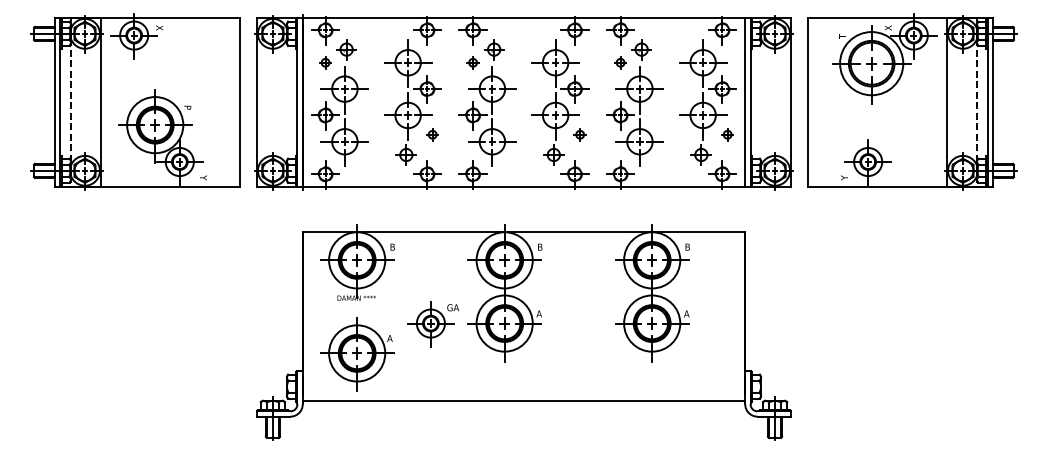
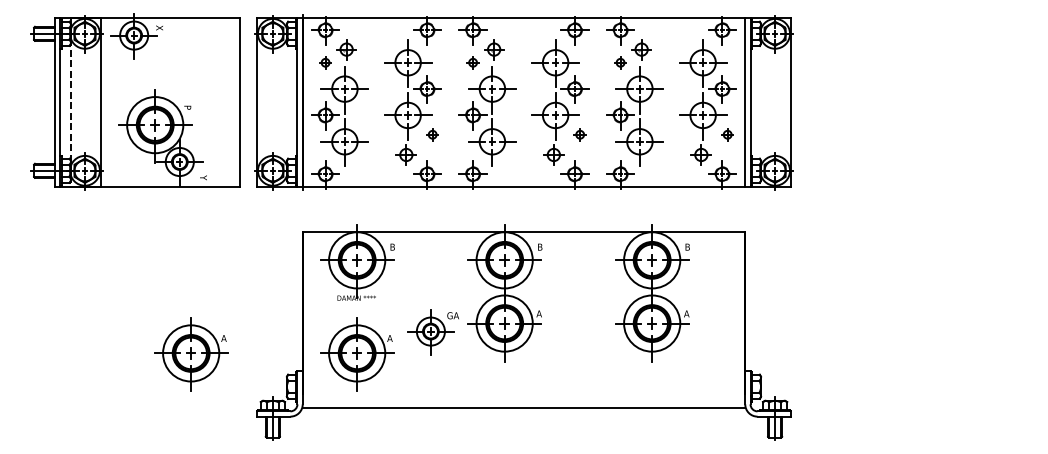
part at (912, 101): present -> none
part at (432, 324) position: (432, 324) -> (432, 332)
part at (191, 354): none -> present
line at (523, 400) position: (523, 400) -> (523, 407)
